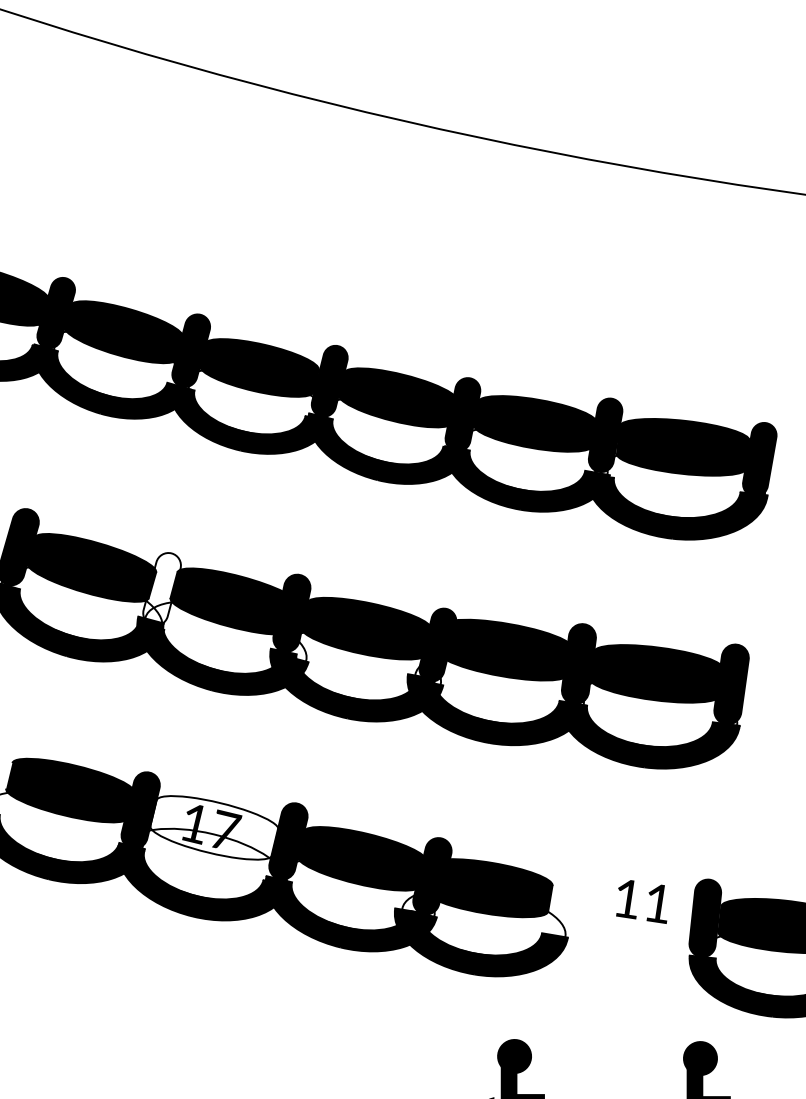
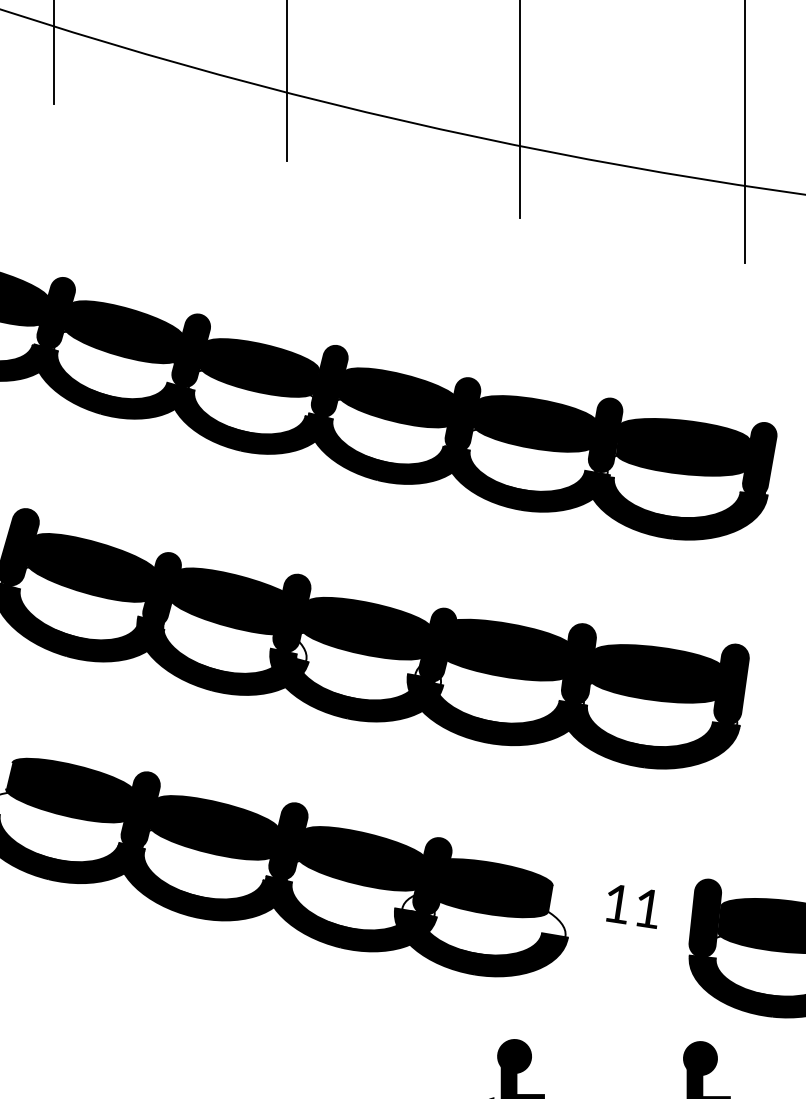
line at (54, 52): none -> present
line at (286, 81): none -> present
line at (519, 109): none -> present
line at (744, 132): none -> present
fill at (161, 589): none -> present
fill at (214, 827): none -> present
text at (641, 901) position: (641, 901) -> (631, 906)
